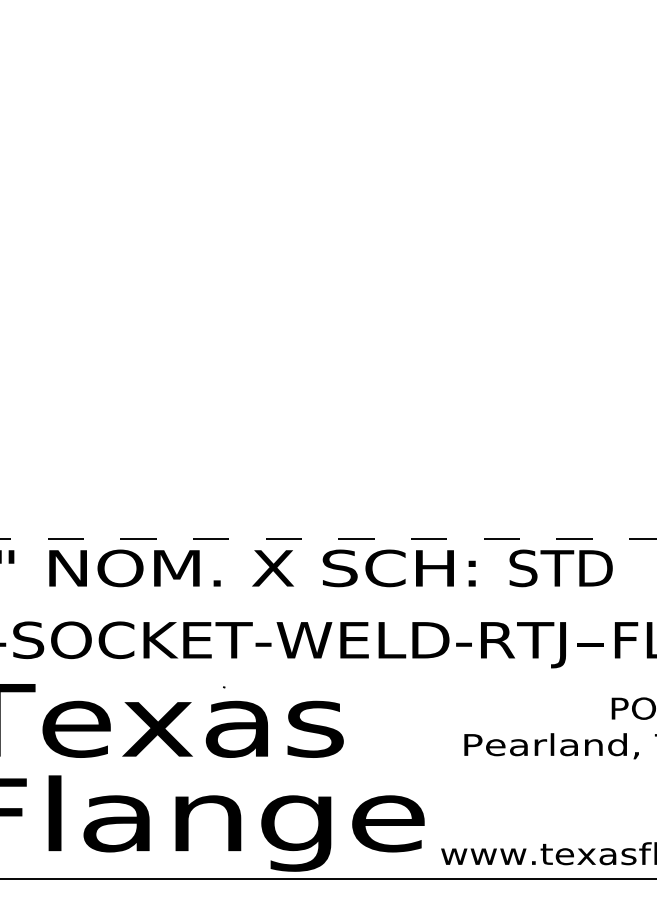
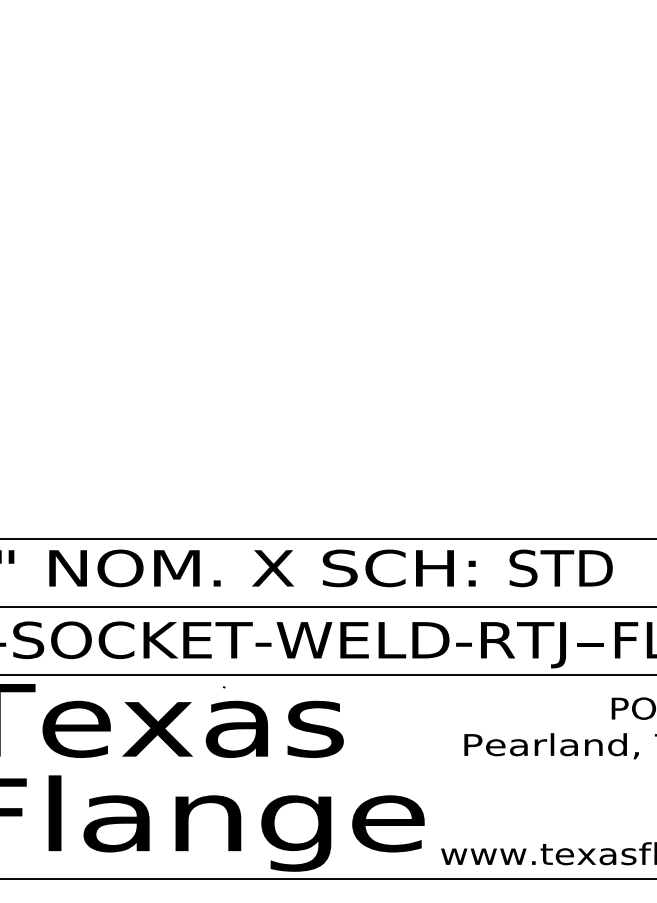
line at (328, 538): dashed -> solid
line at (327, 606): none -> present
line at (327, 675): none -> present
